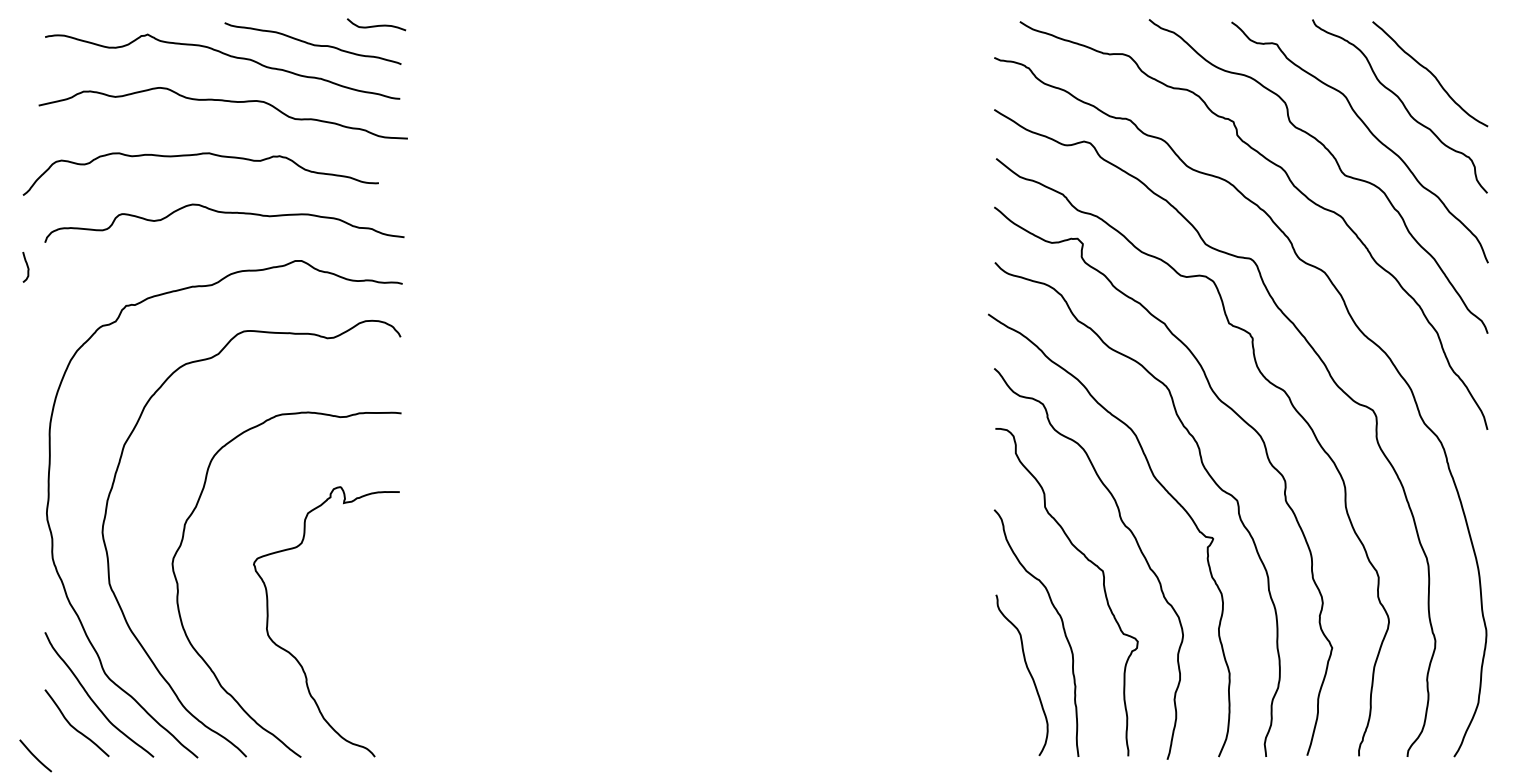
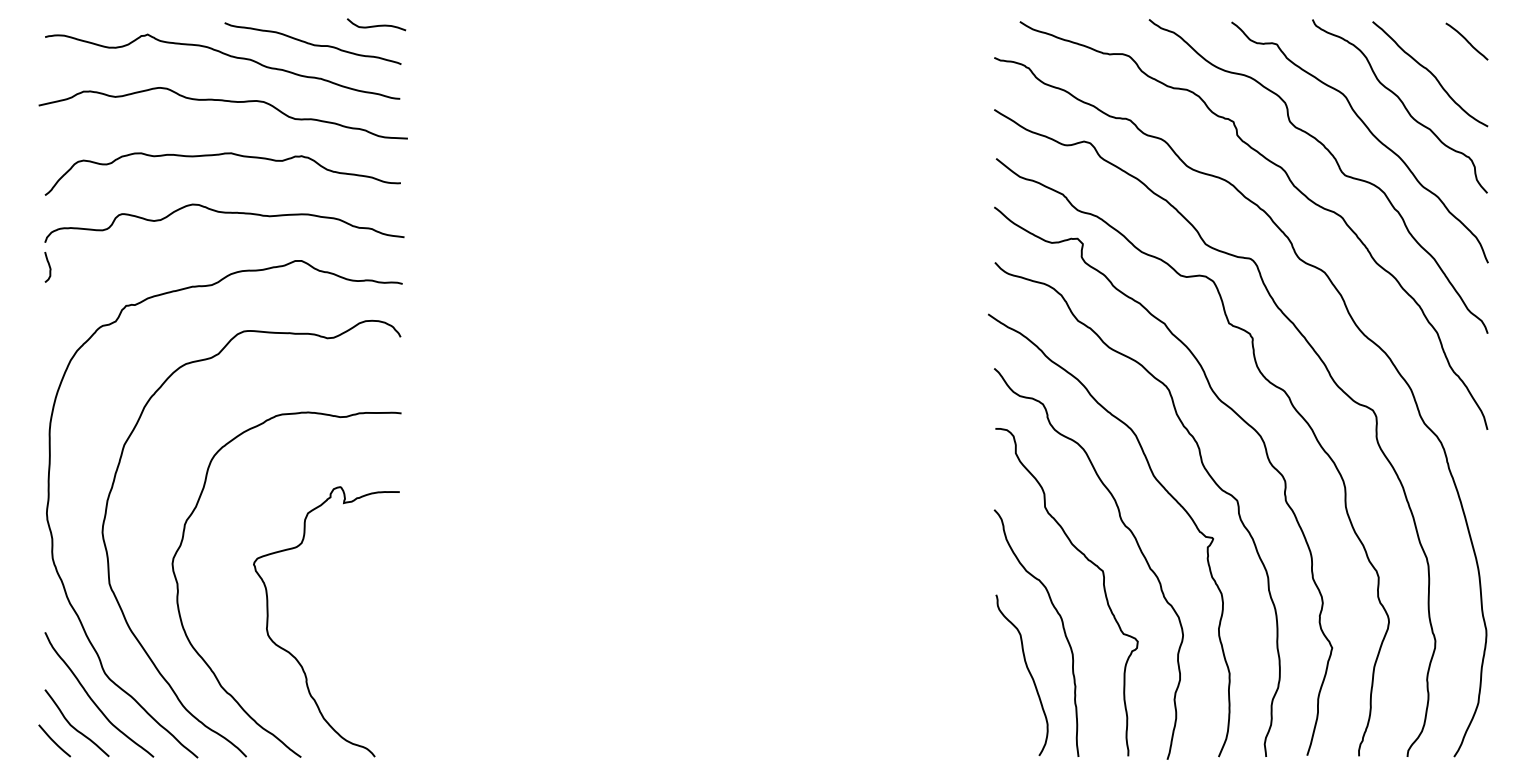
curve at (1466, 41): none -> present
curve at (198, 155) position: (198, 155) -> (220, 155)
curve at (26, 266) position: (26, 266) -> (48, 266)
line at (35, 755) position: (35, 755) -> (54, 740)
